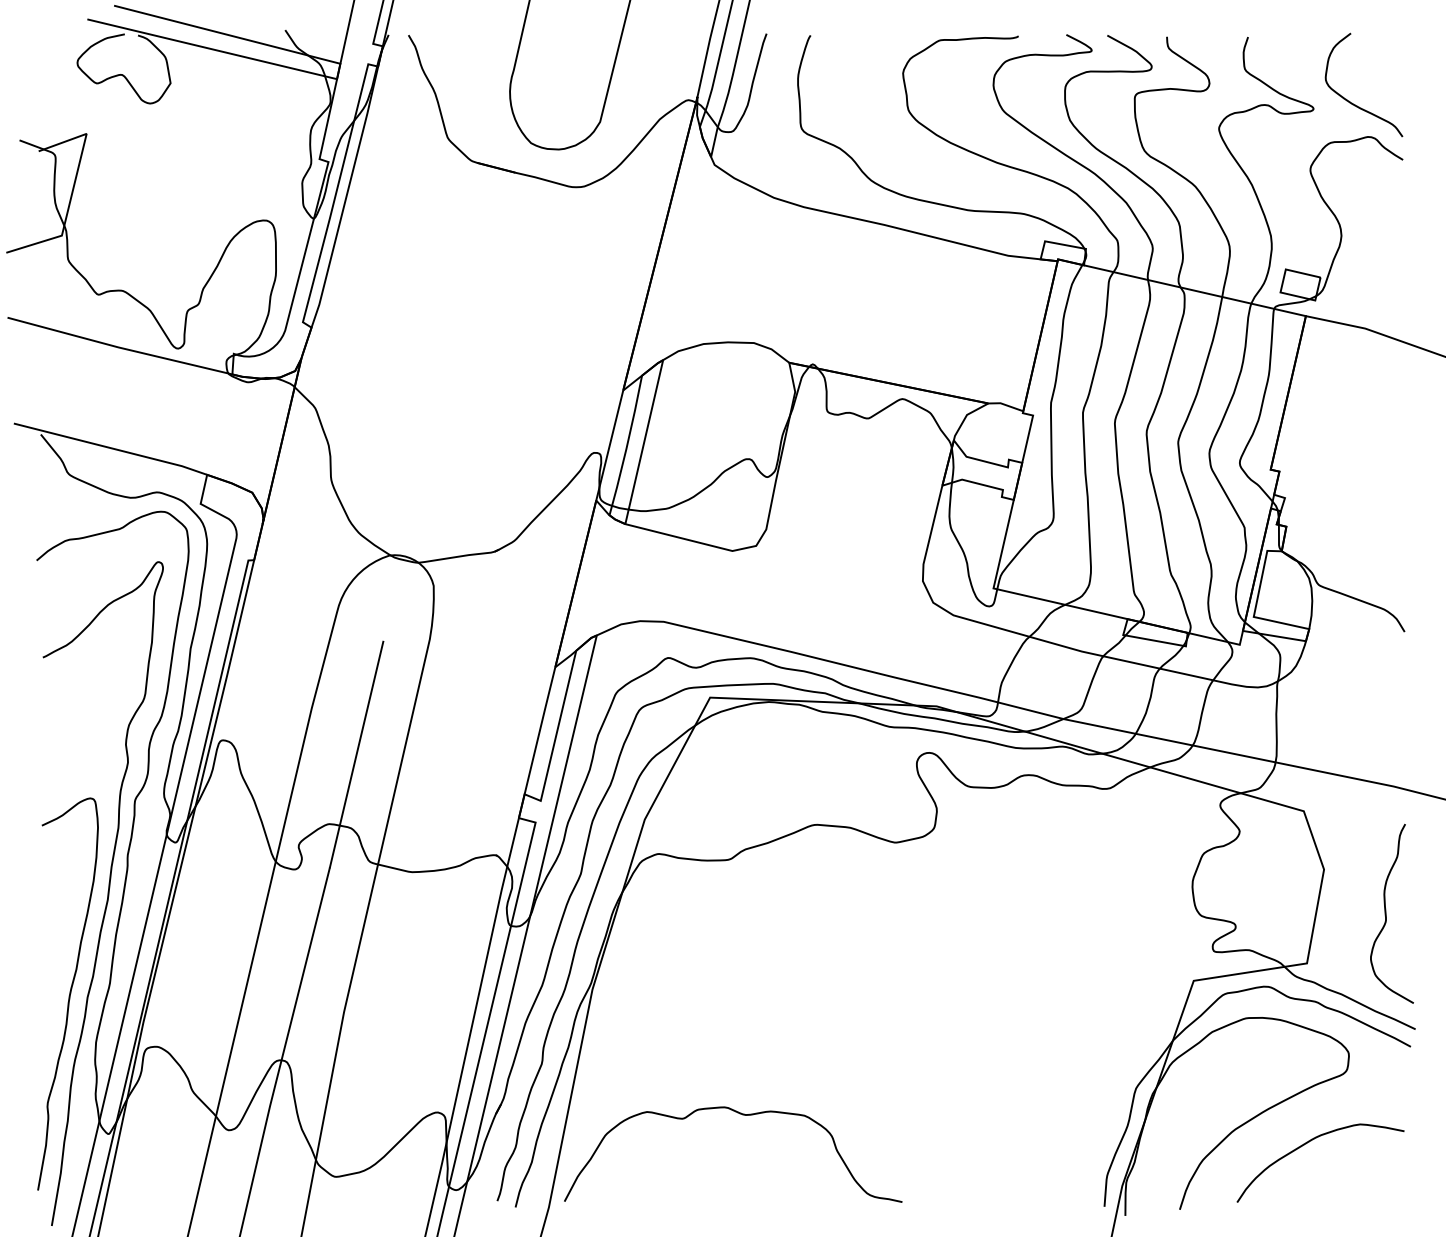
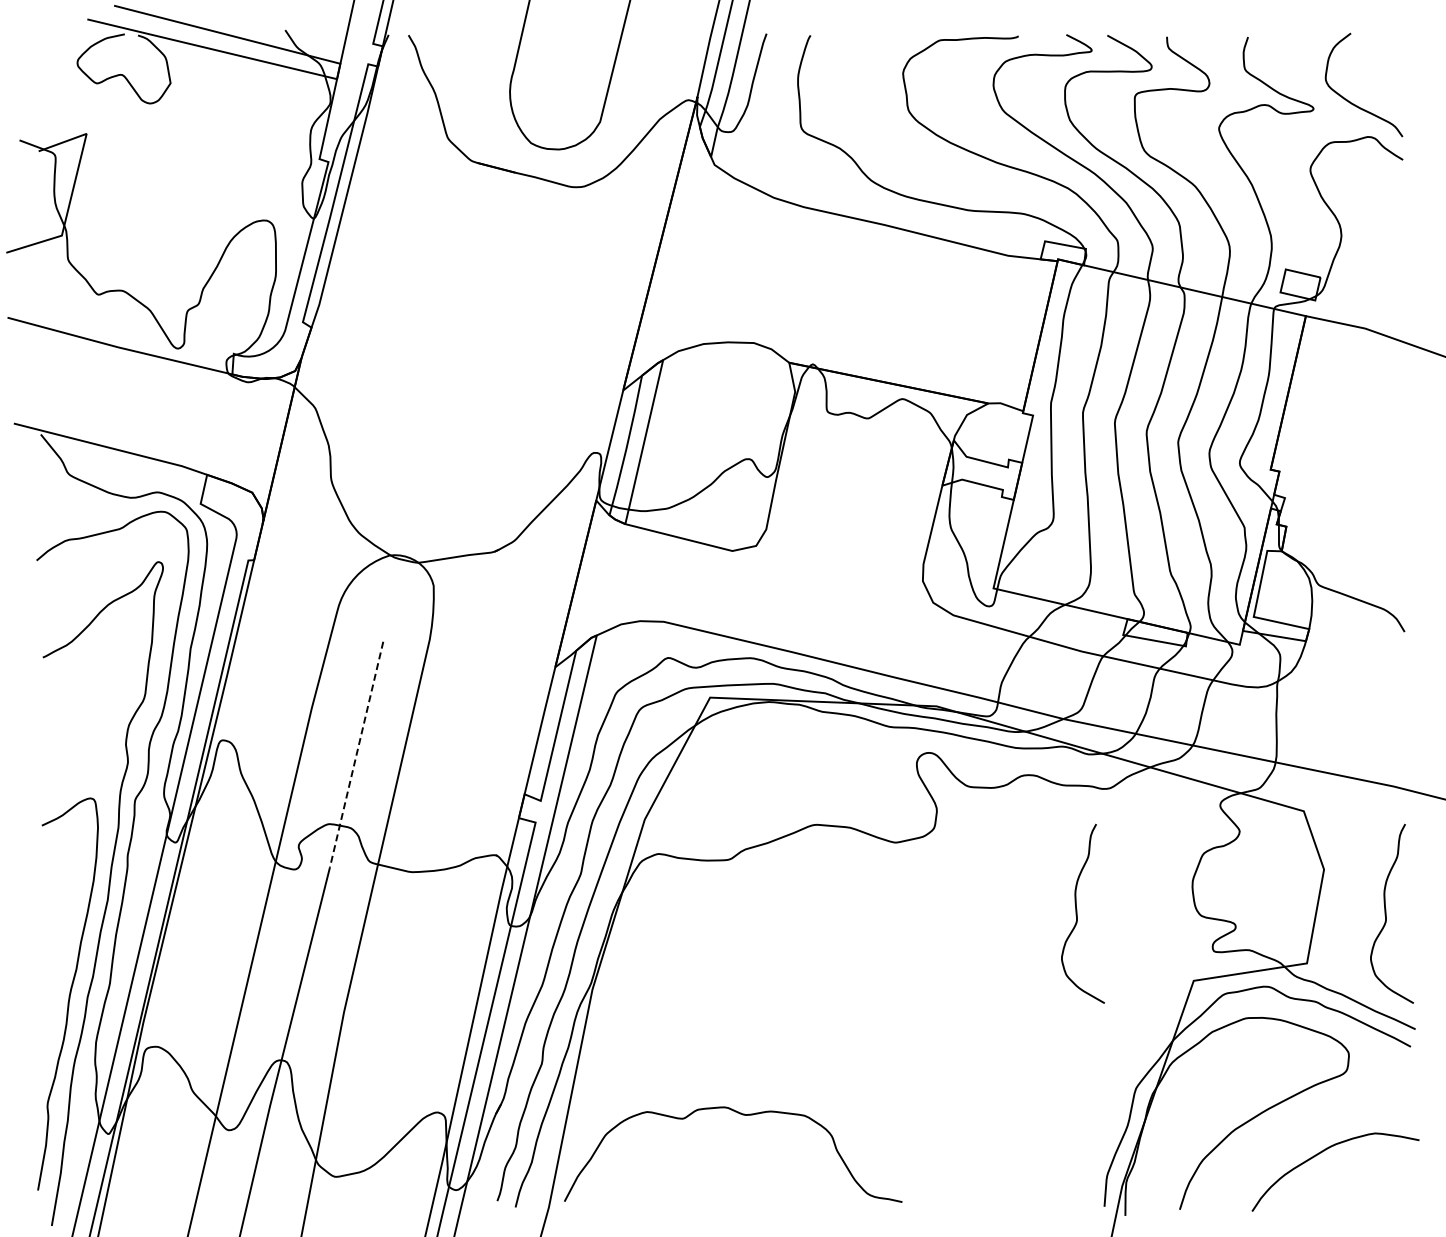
line at (356, 754): solid -> dashed
curve at (1077, 913): none -> present
curve at (1306, 1144) position: (1306, 1144) -> (1321, 1153)
